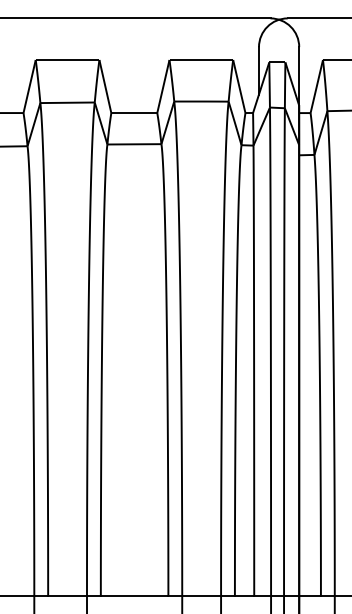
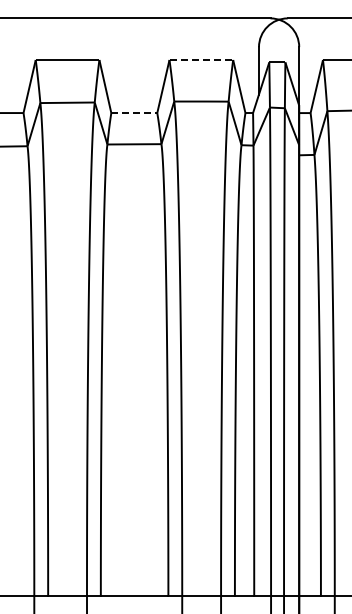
line at (200, 59): solid -> dashed
line at (134, 113): solid -> dashed
